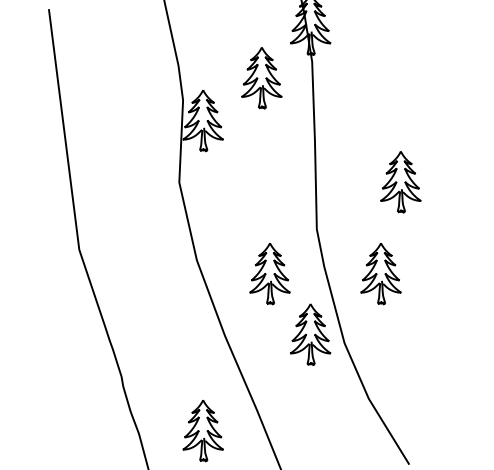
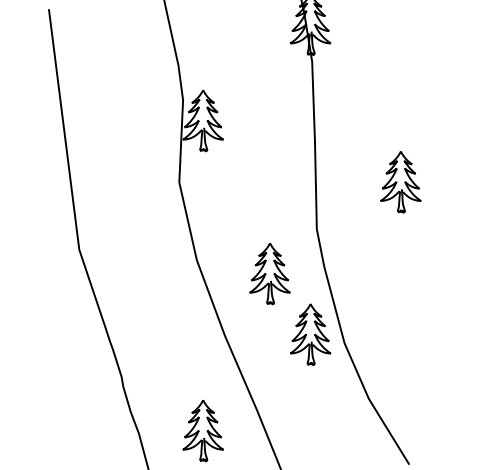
part at (261, 78): present -> none
part at (380, 274): present -> none
